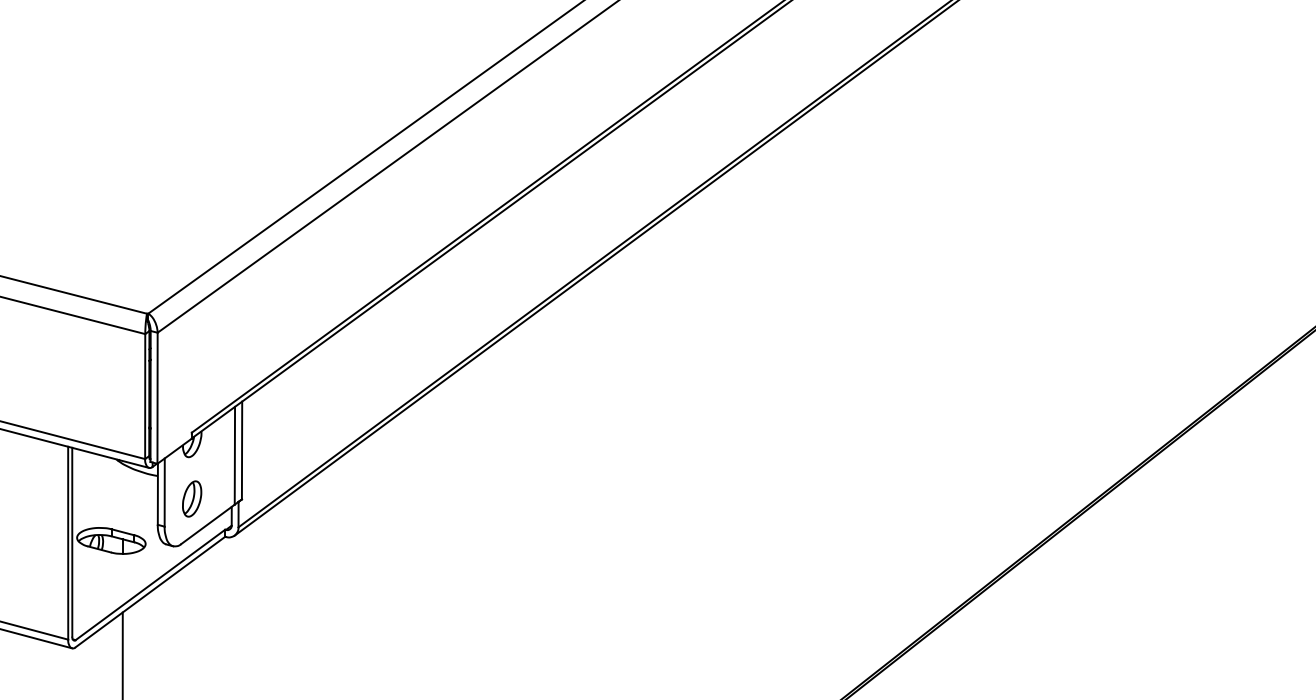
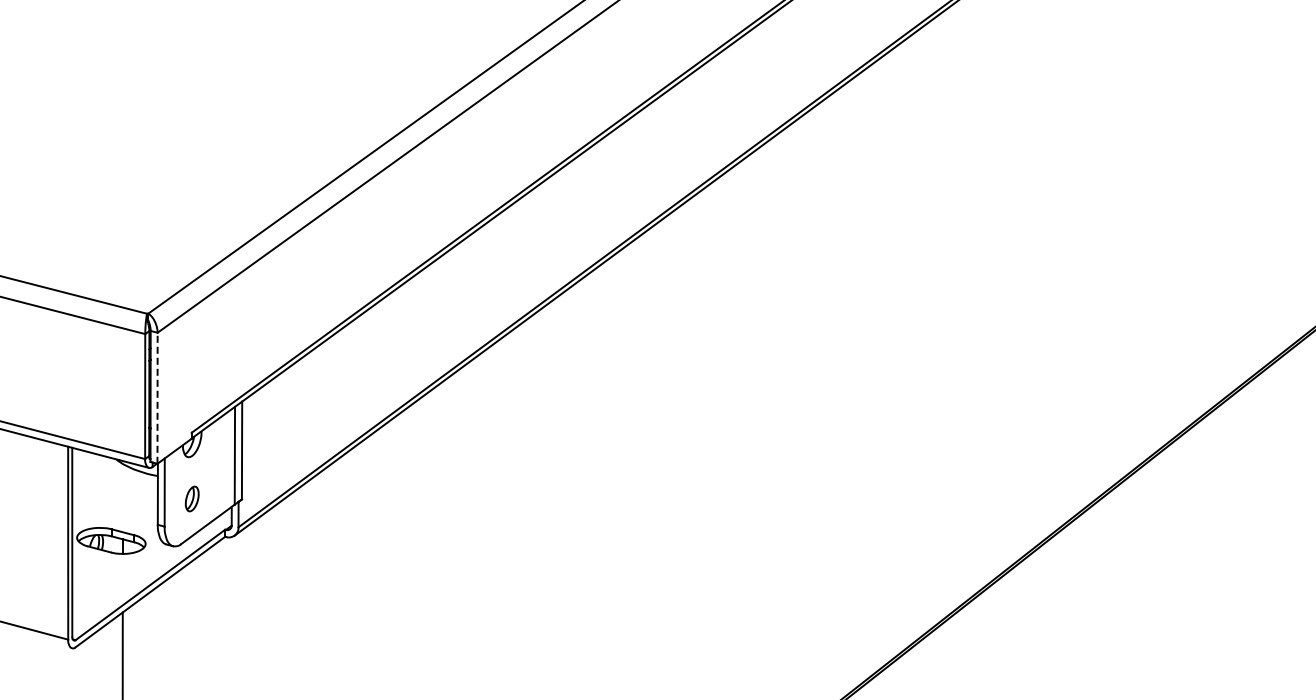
line at (157, 398): solid -> dashed
part at (192, 498) size: 21x38 px -> 16x28 px
line at (37, 638): present -> none
